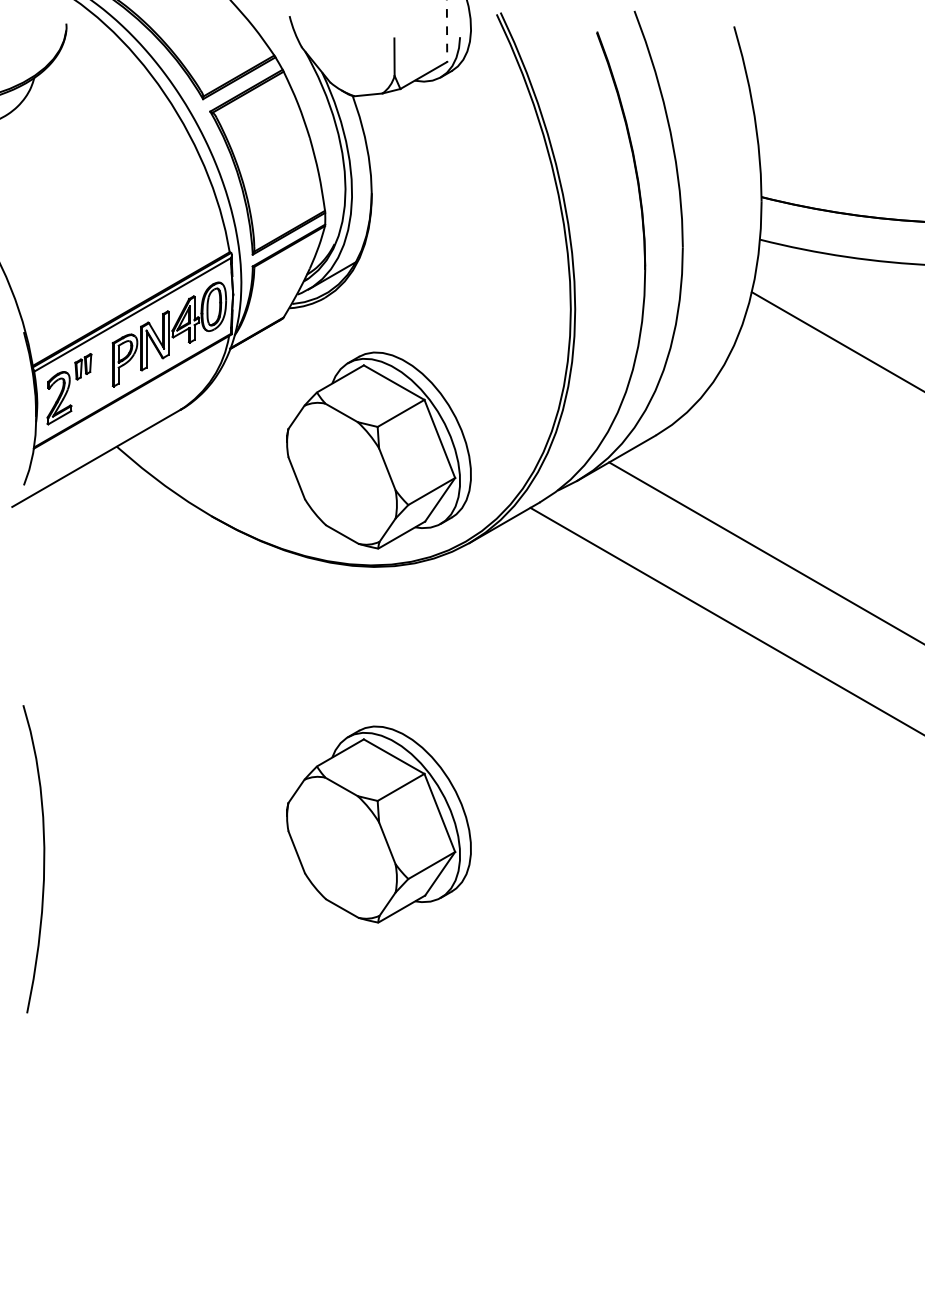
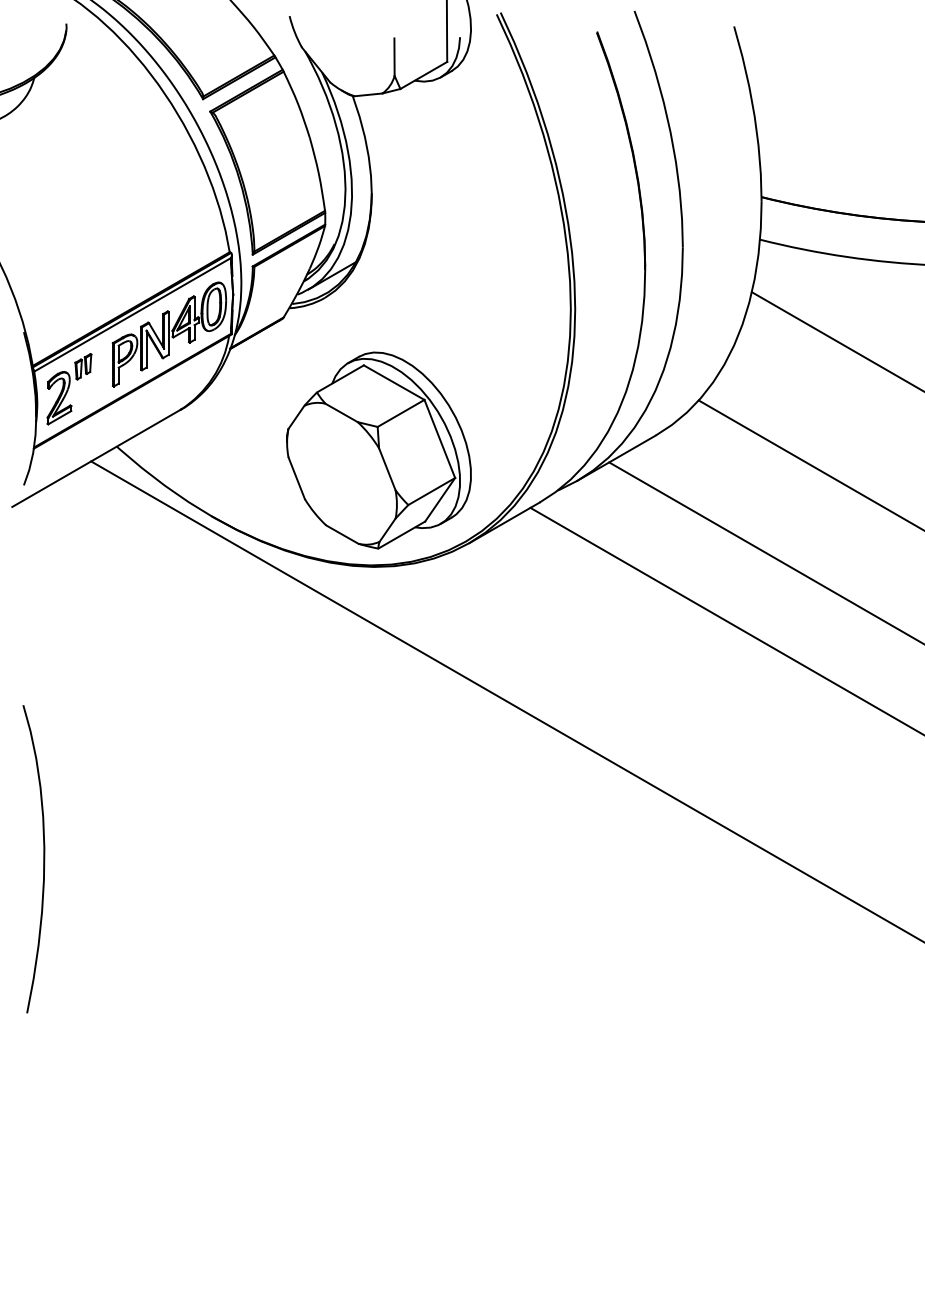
line at (447, 31): dashed -> solid
line at (809, 464): none -> present
line at (506, 700): none -> present
part at (378, 824): present -> none
